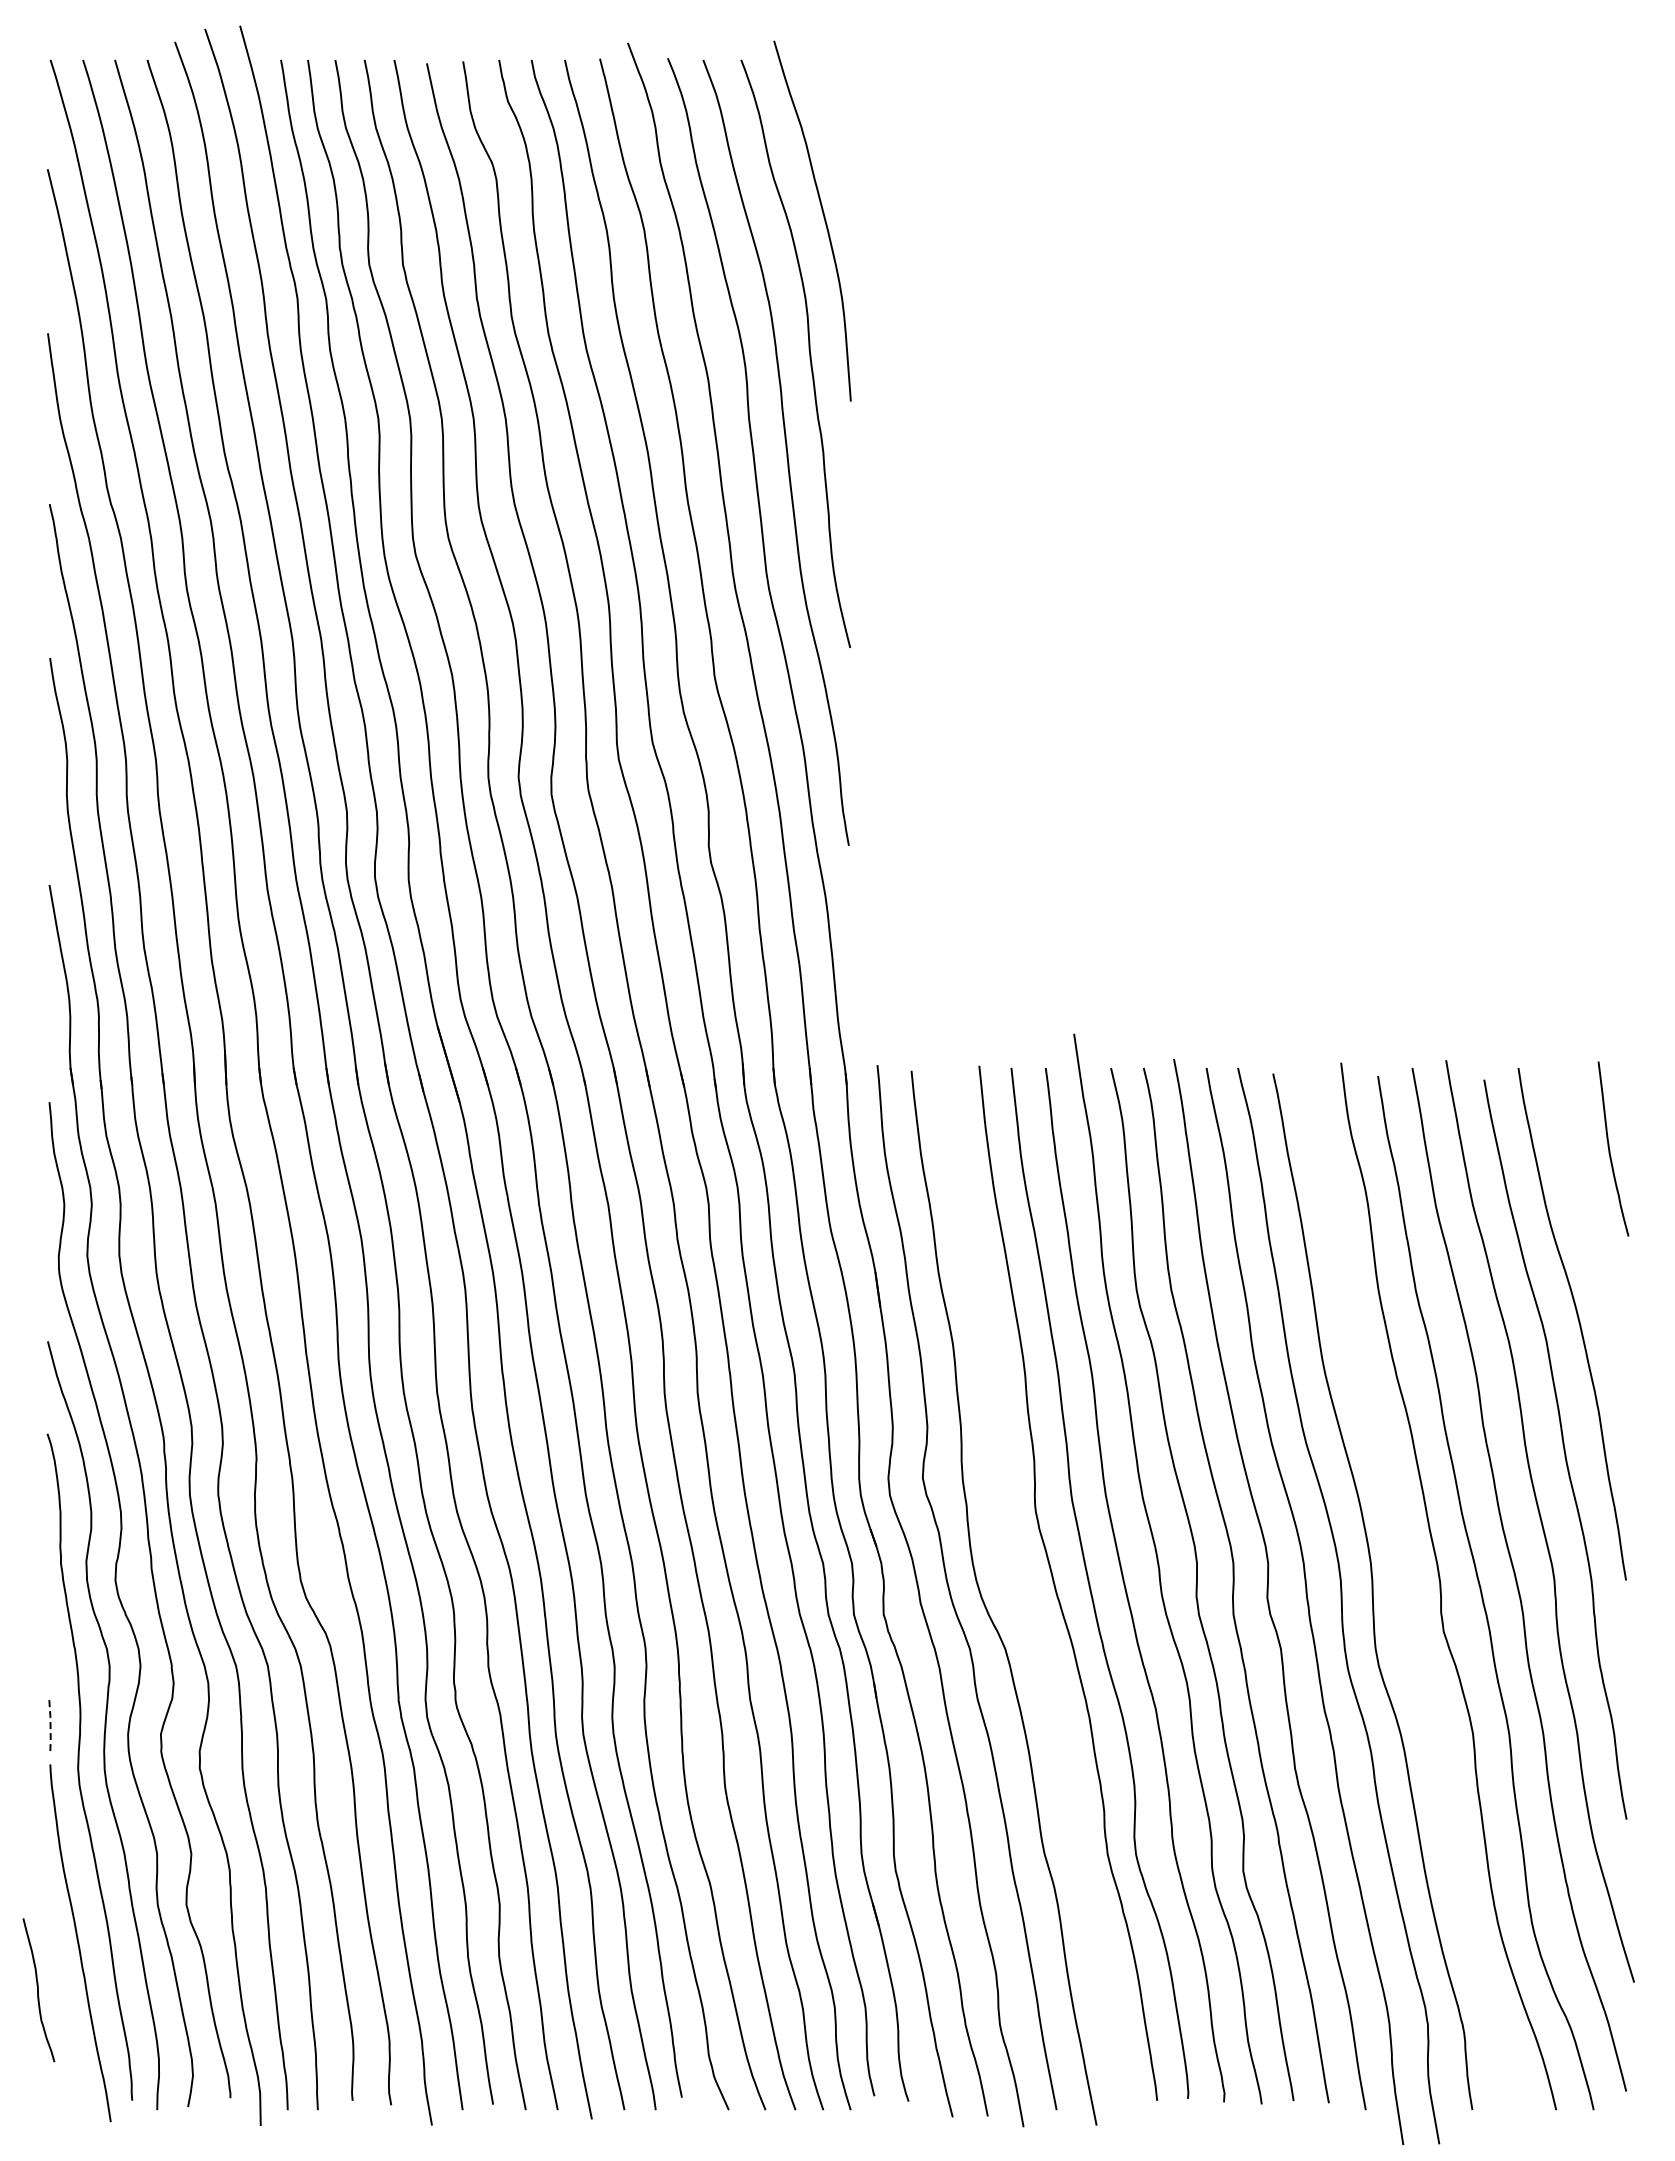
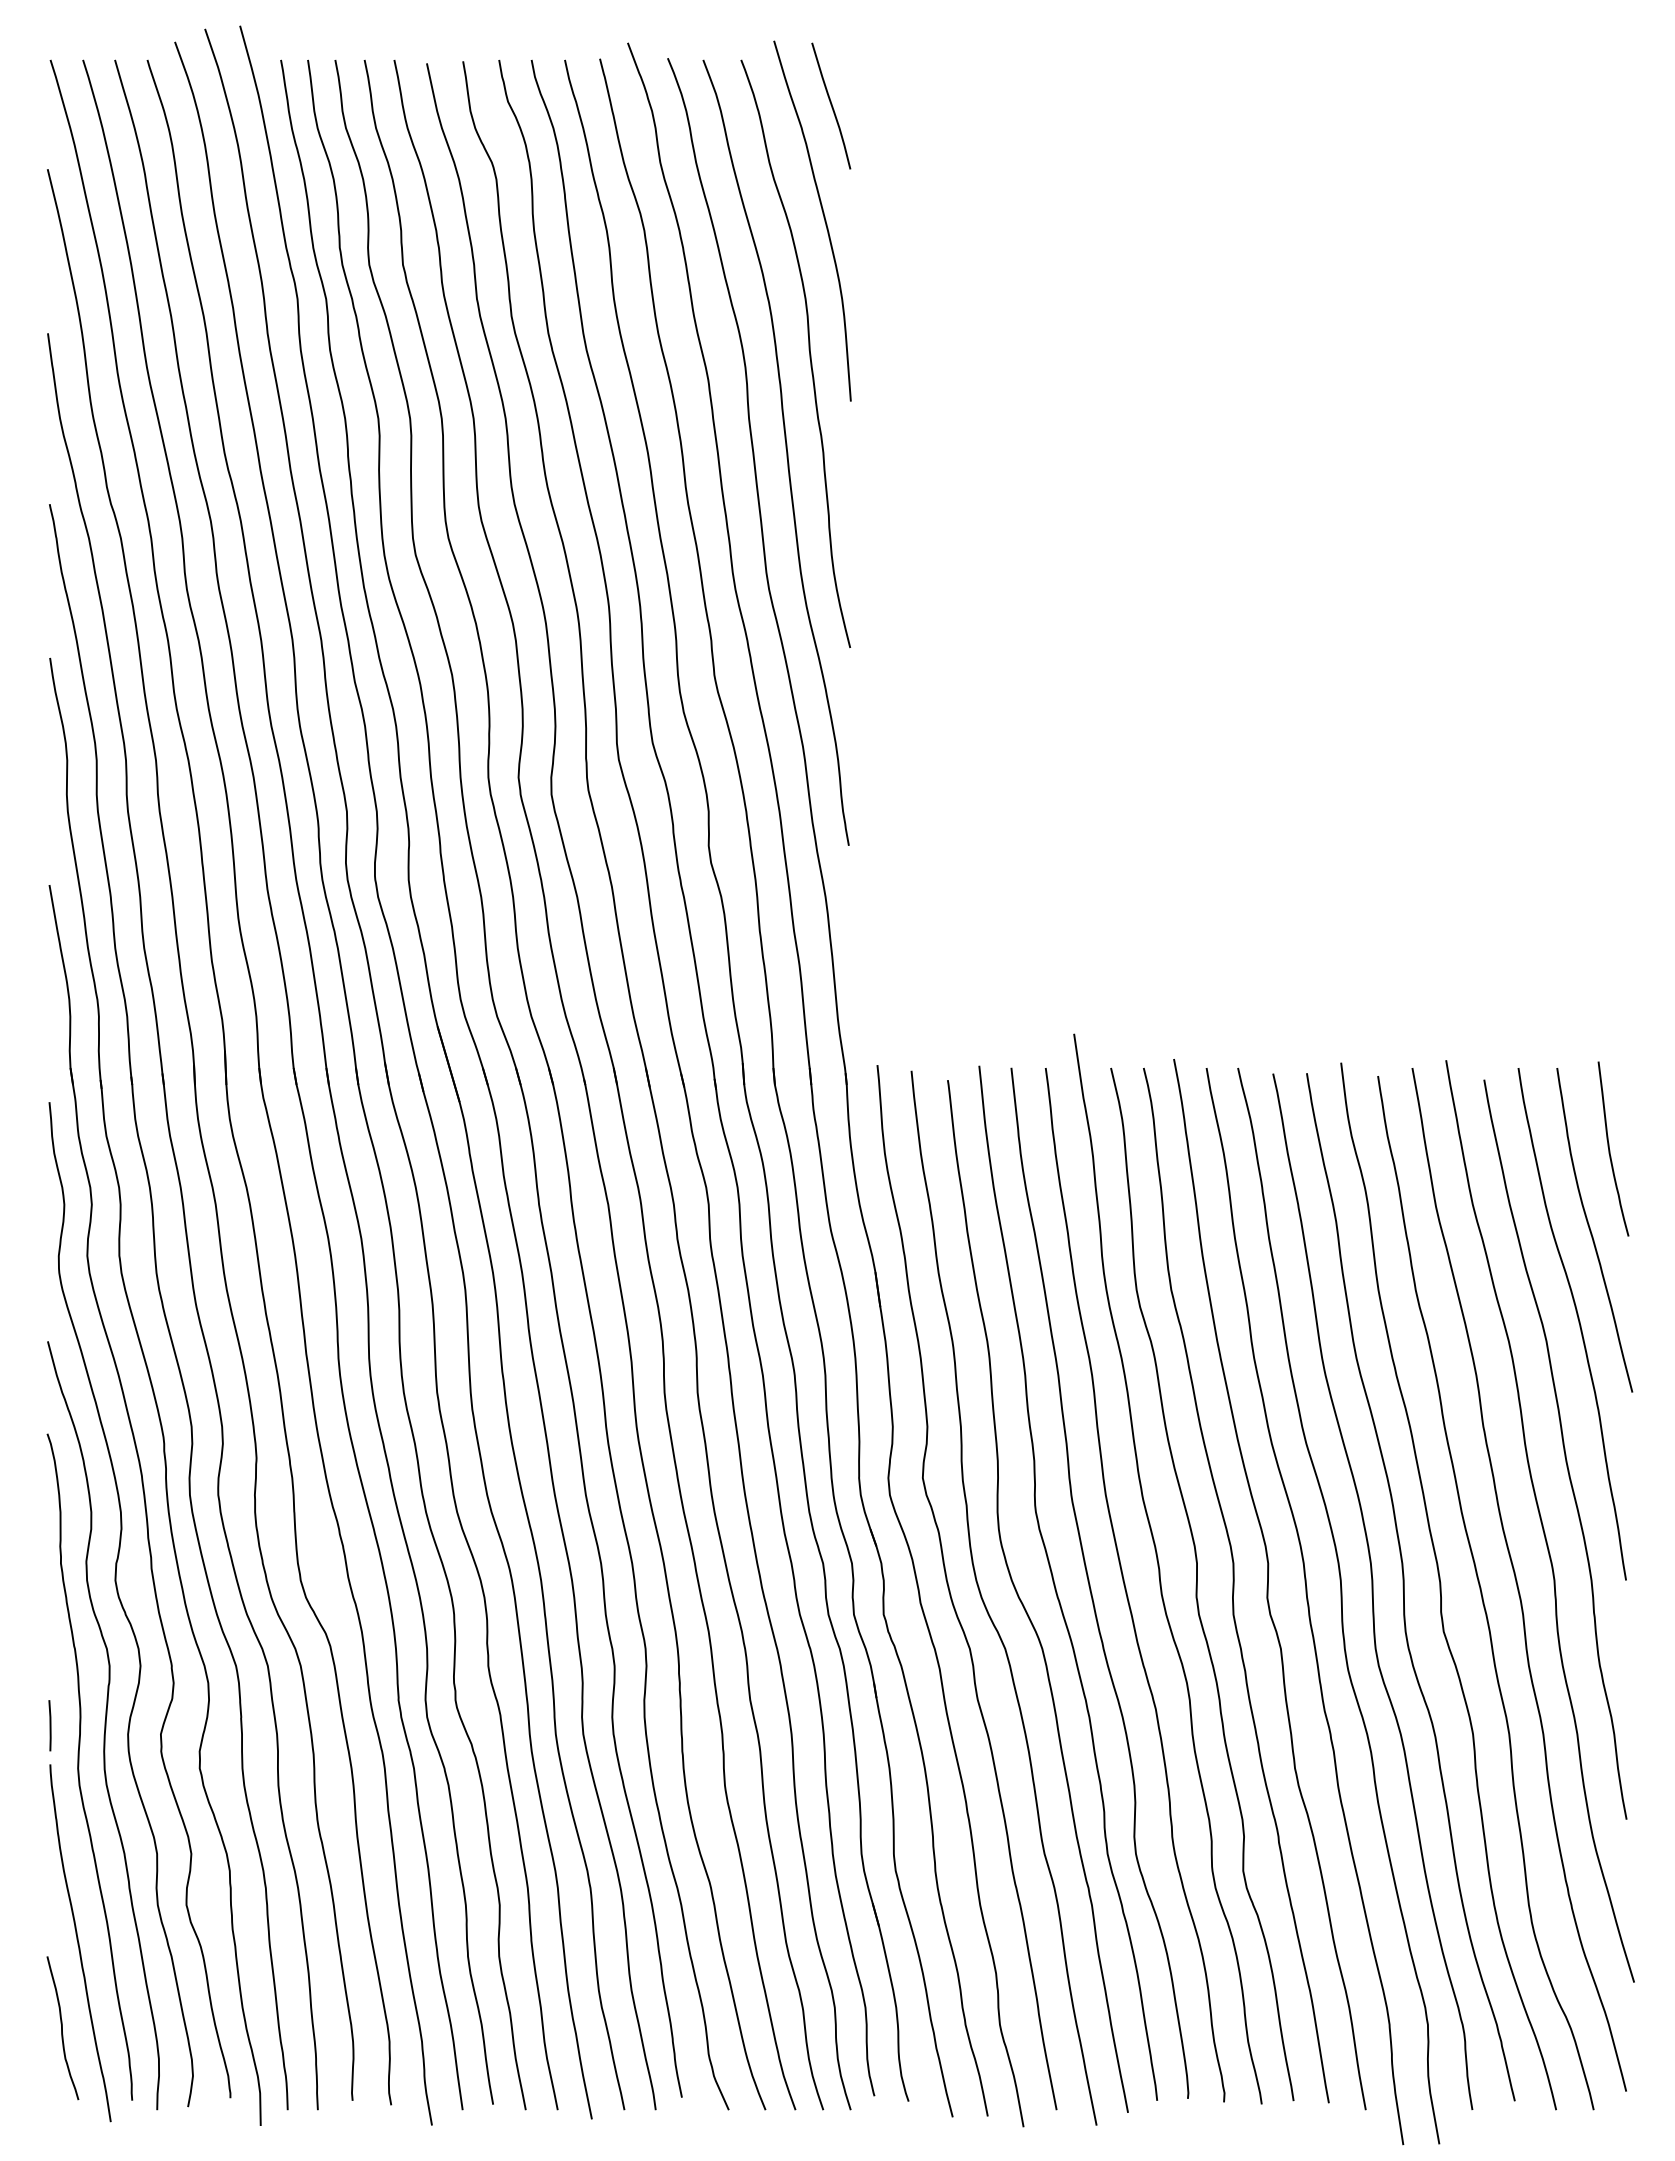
curve at (831, 105): none -> present
curve at (1591, 1230): none -> present
curve at (1404, 1587): none -> present
curve at (1023, 1603): none -> present
line at (50, 1726): dashed -> solid
curve at (38, 1990) position: (38, 1990) -> (62, 2028)
